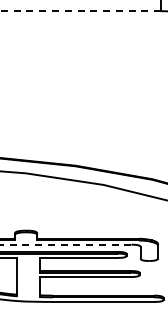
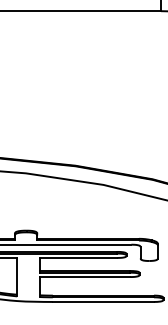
line at (80, 11): dashed -> solid
line at (65, 244): dashed -> solid
